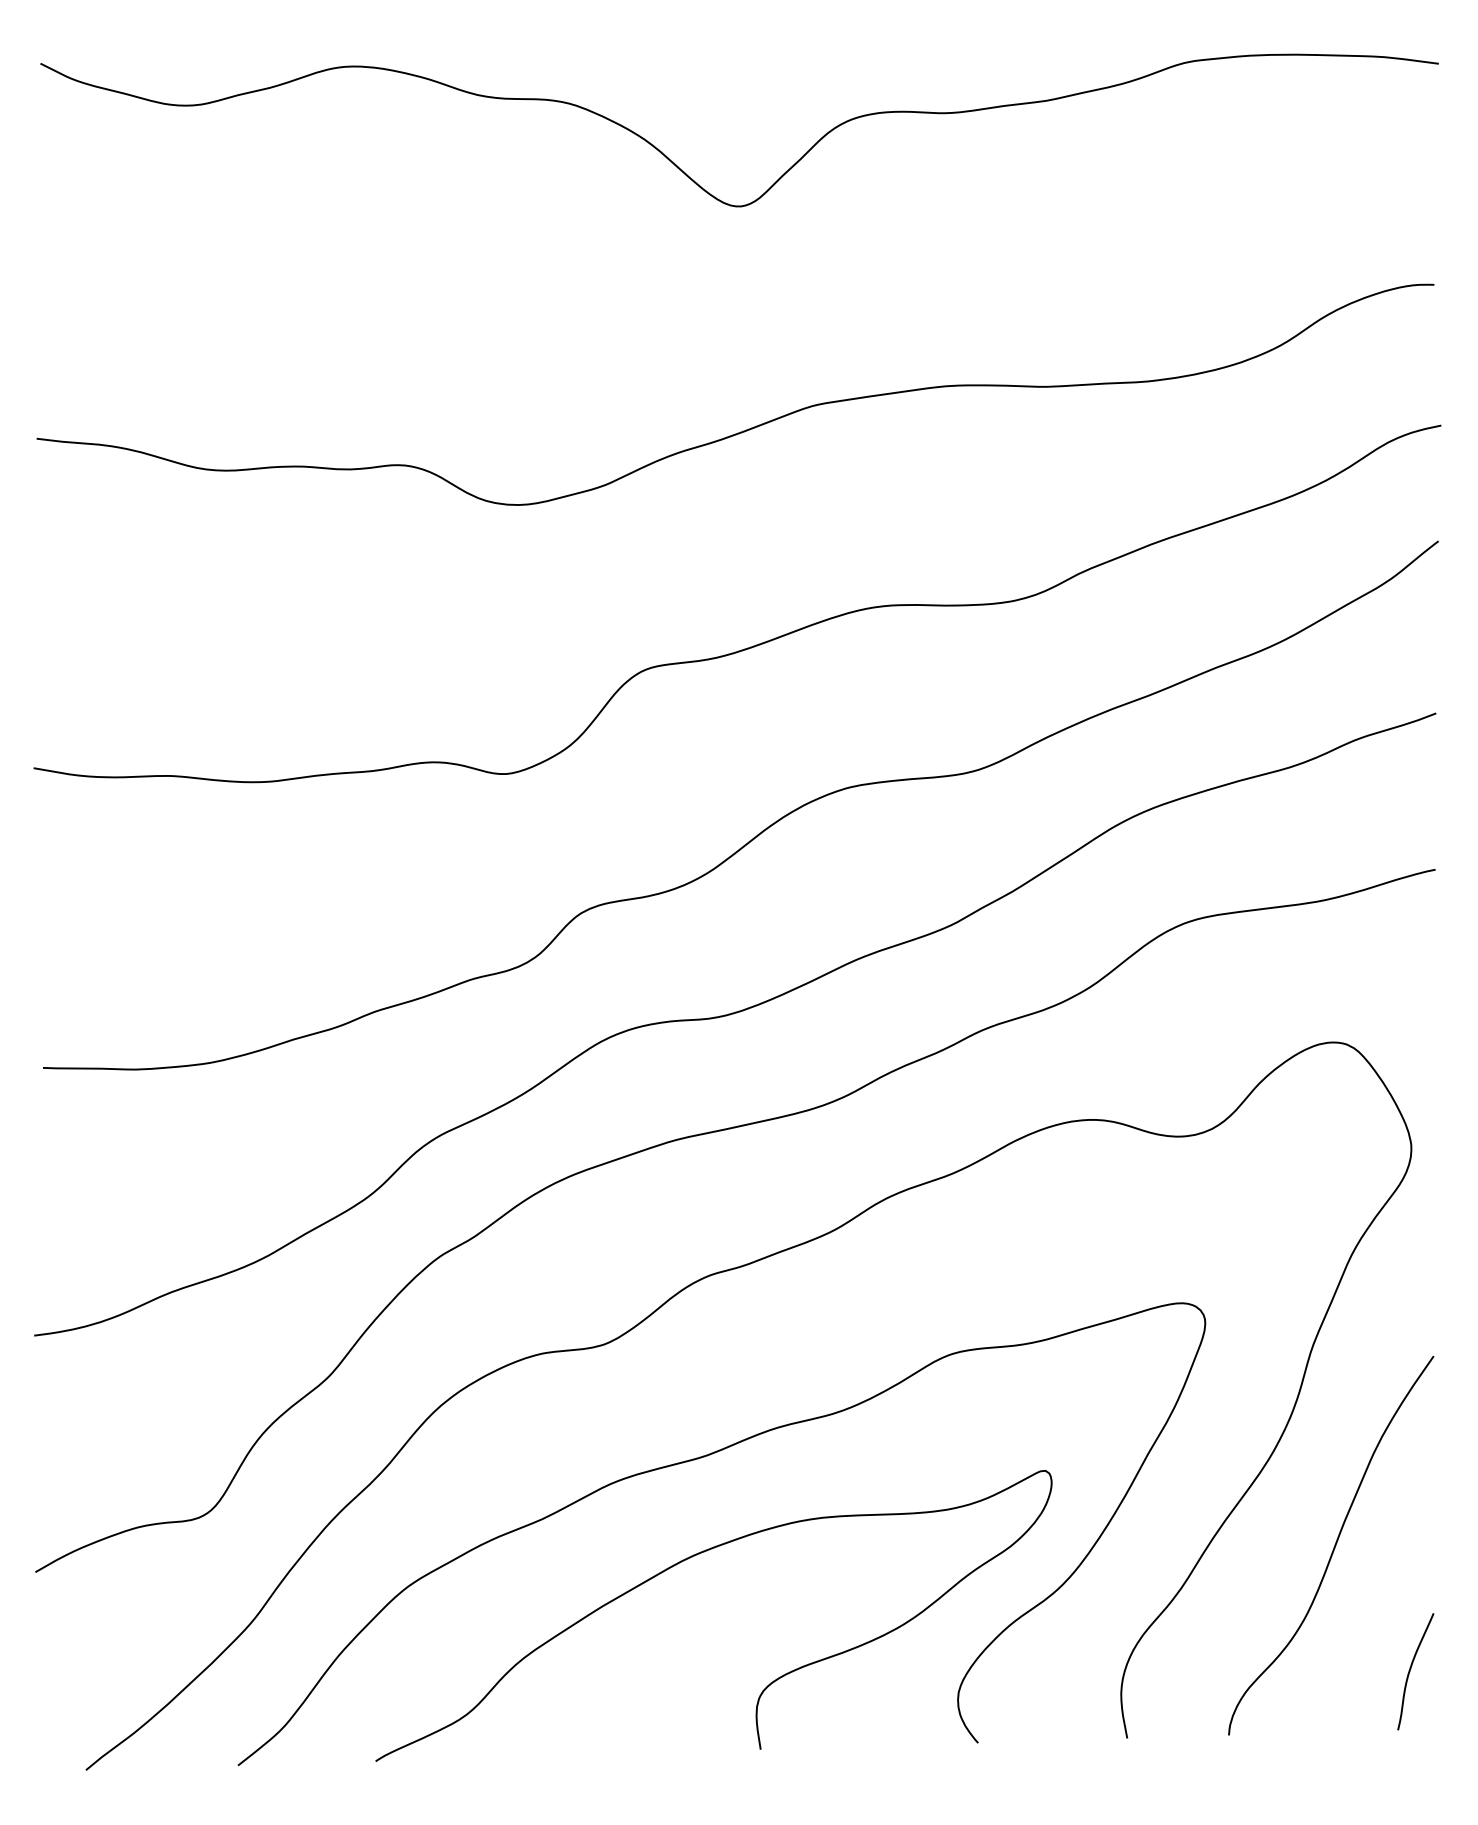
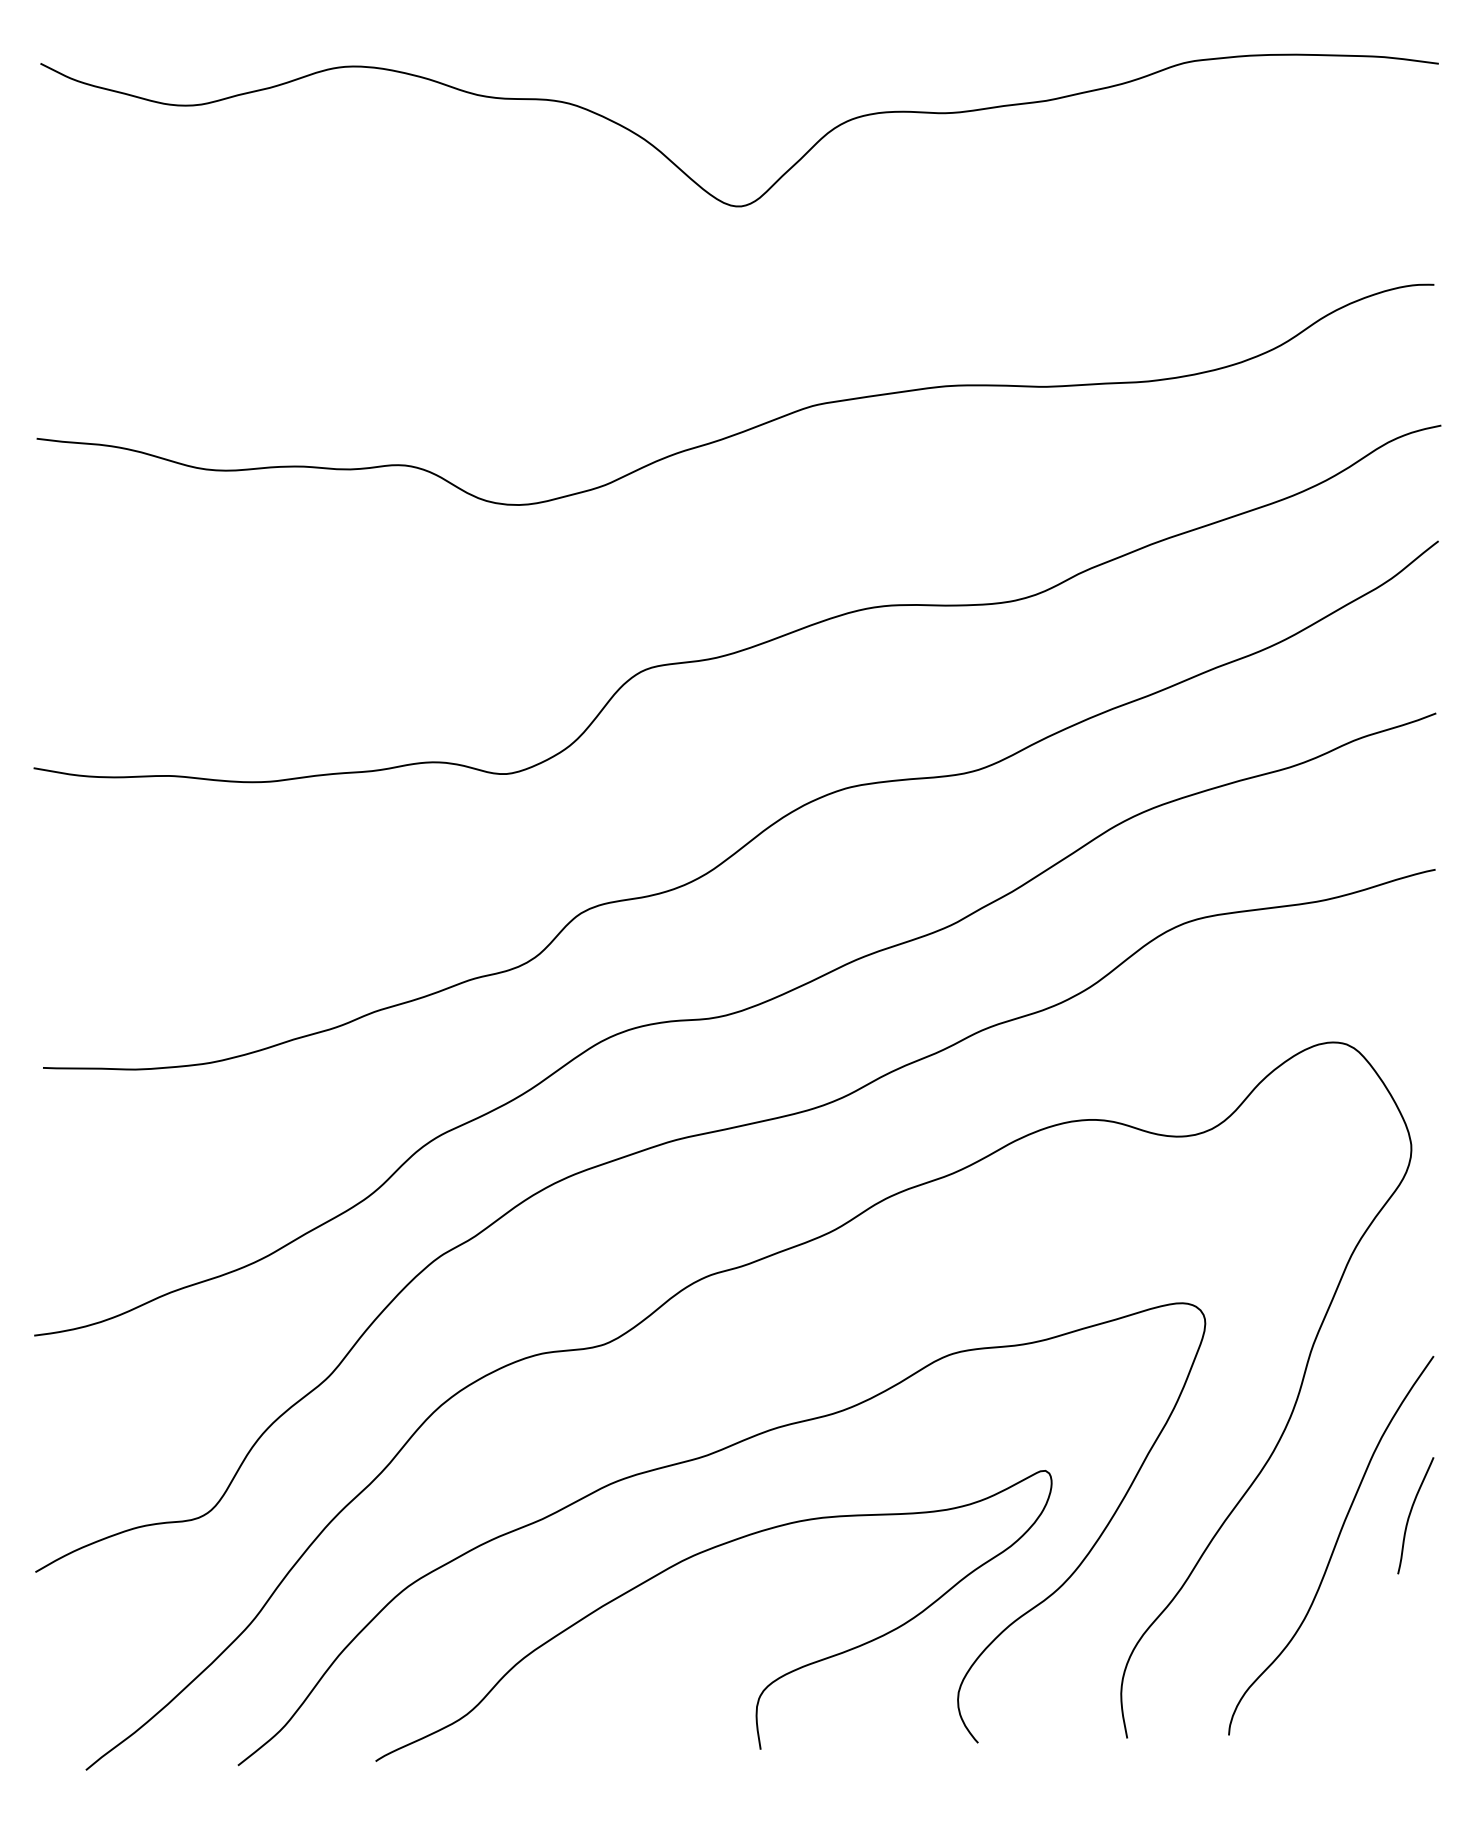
curve at (1411, 1669) position: (1411, 1669) -> (1411, 1513)
